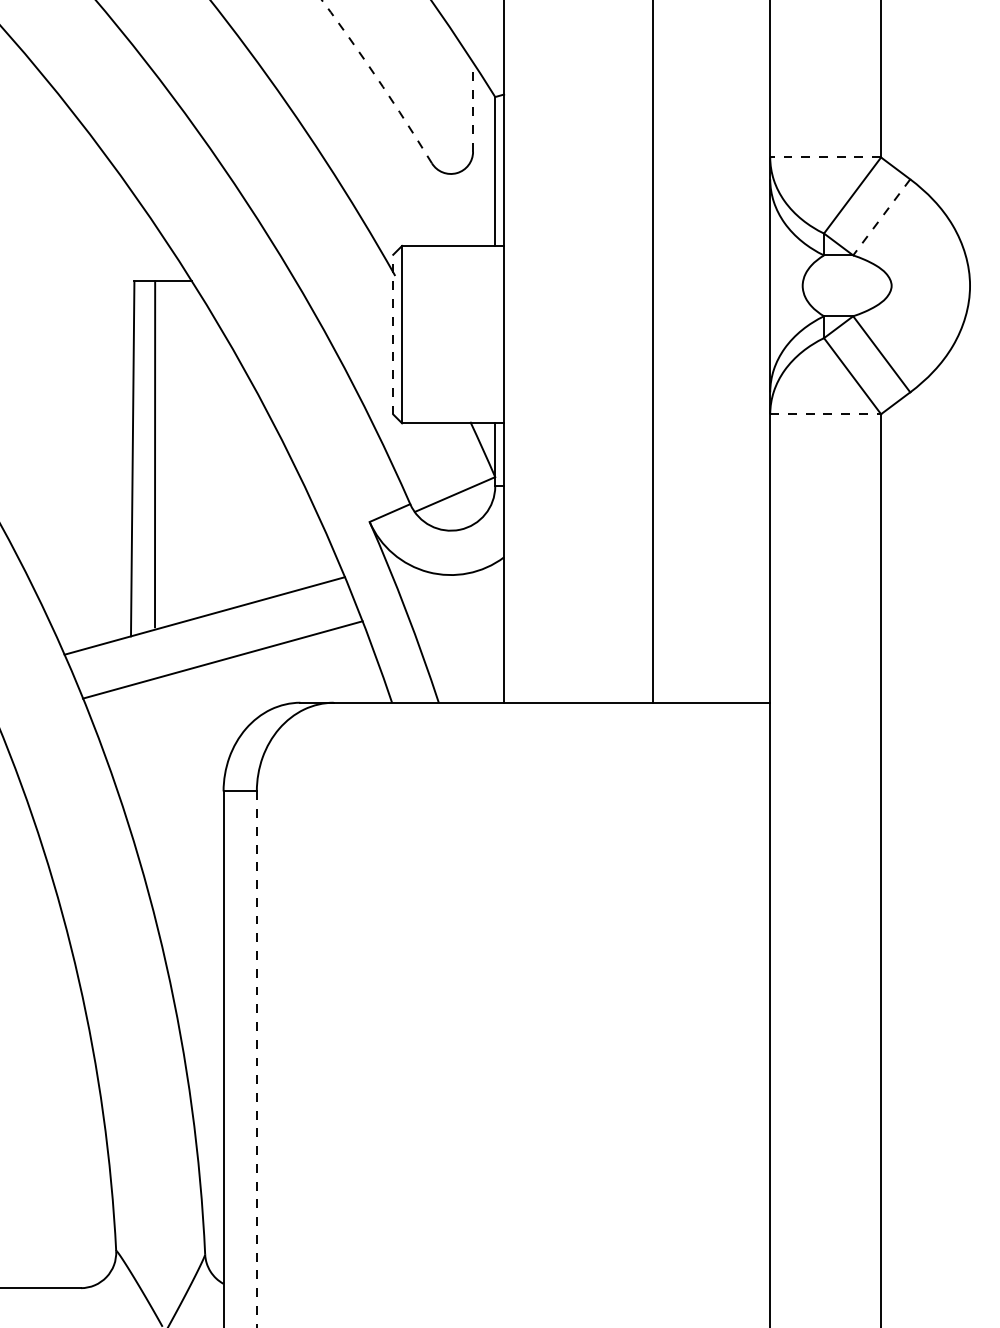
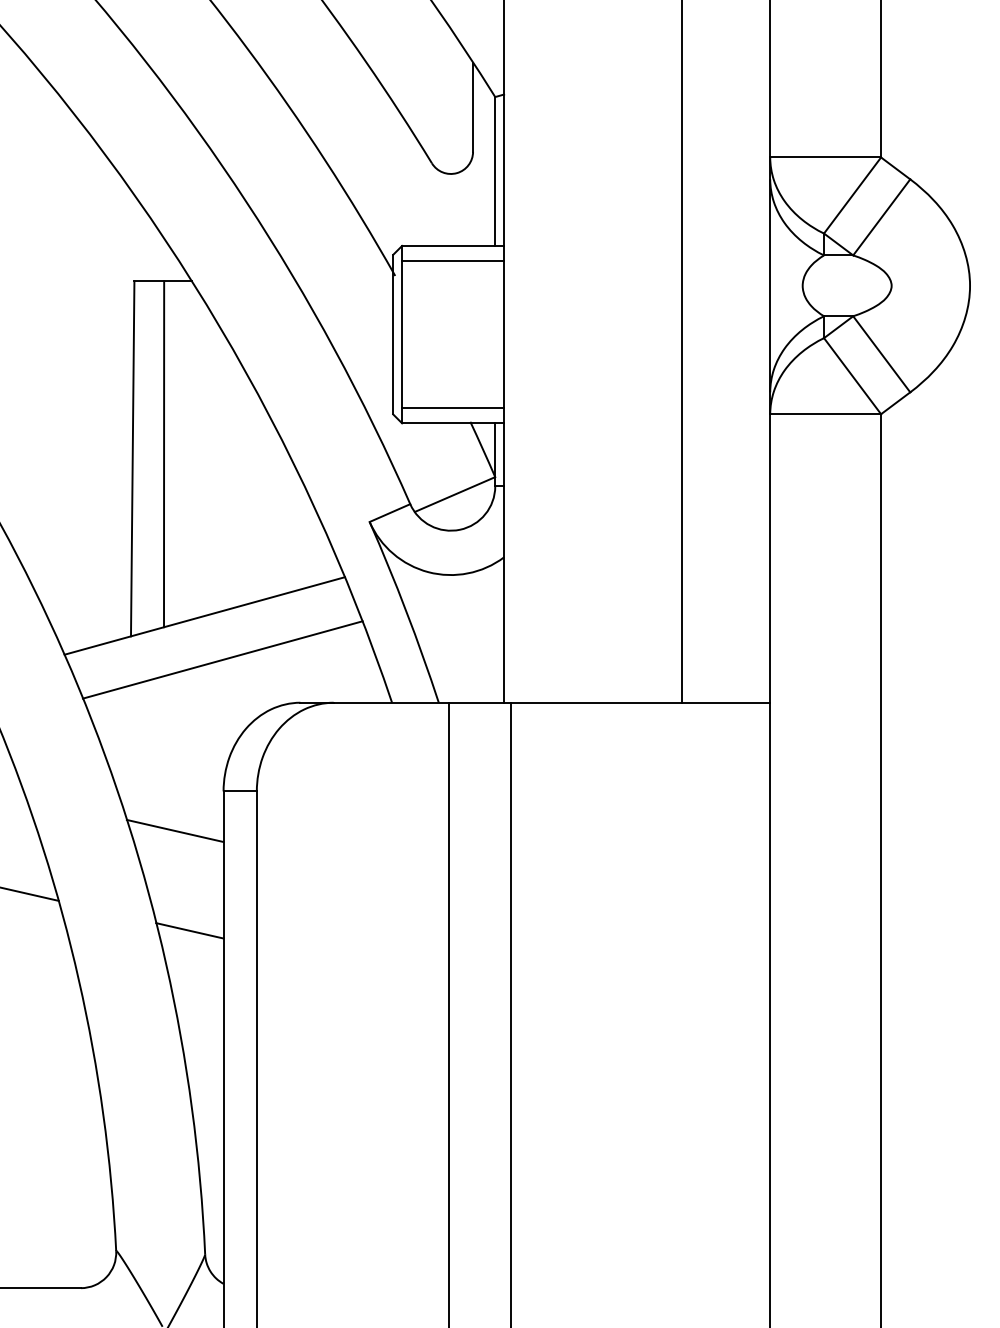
arc at (378, 80): dashed -> solid
line at (473, 107): dashed -> solid
line at (825, 157): dashed -> solid
line at (881, 217): dashed -> solid
line at (453, 261): none -> present
line at (393, 334): dashed -> solid
line at (652, 352) position: (652, 352) -> (681, 352)
line at (453, 407): none -> present
line at (826, 414): dashed -> solid
line at (155, 454) position: (155, 454) -> (164, 454)
line at (174, 830): none -> present
line at (30, 893): none -> present
line at (189, 930): none -> present
line at (448, 1013): none -> present
line at (510, 1013): none -> present
line at (256, 1059): dashed -> solid
